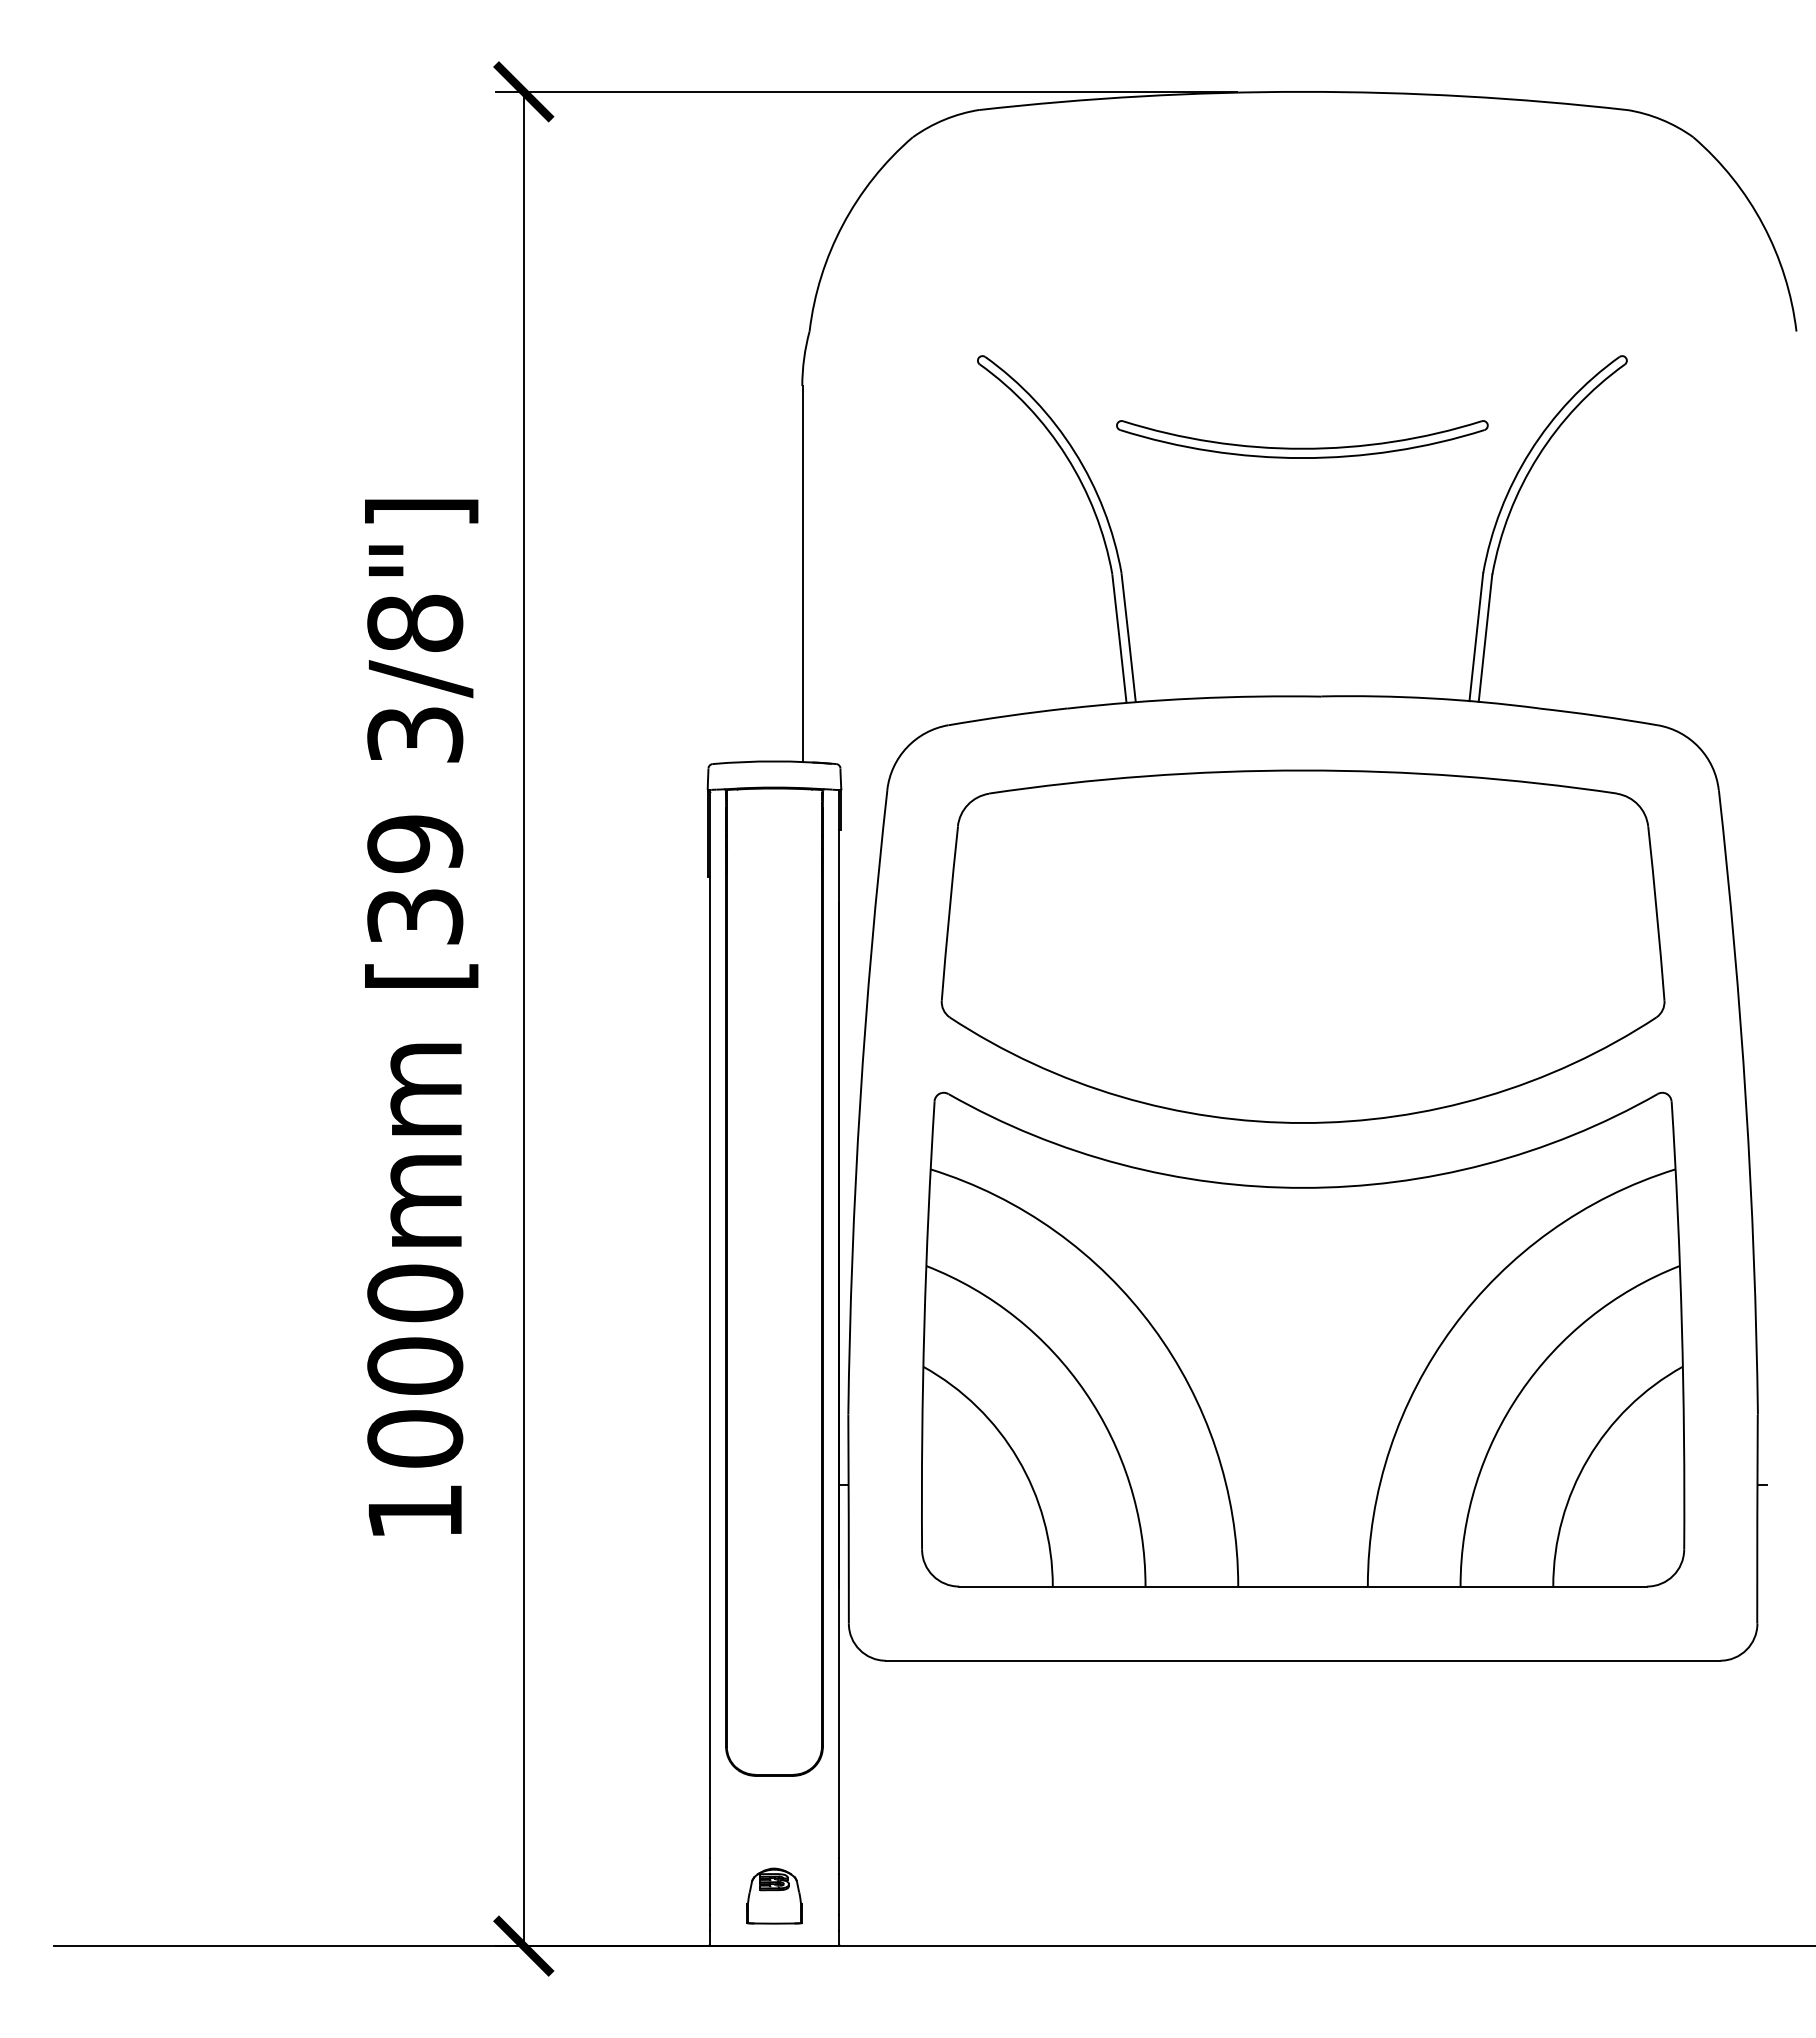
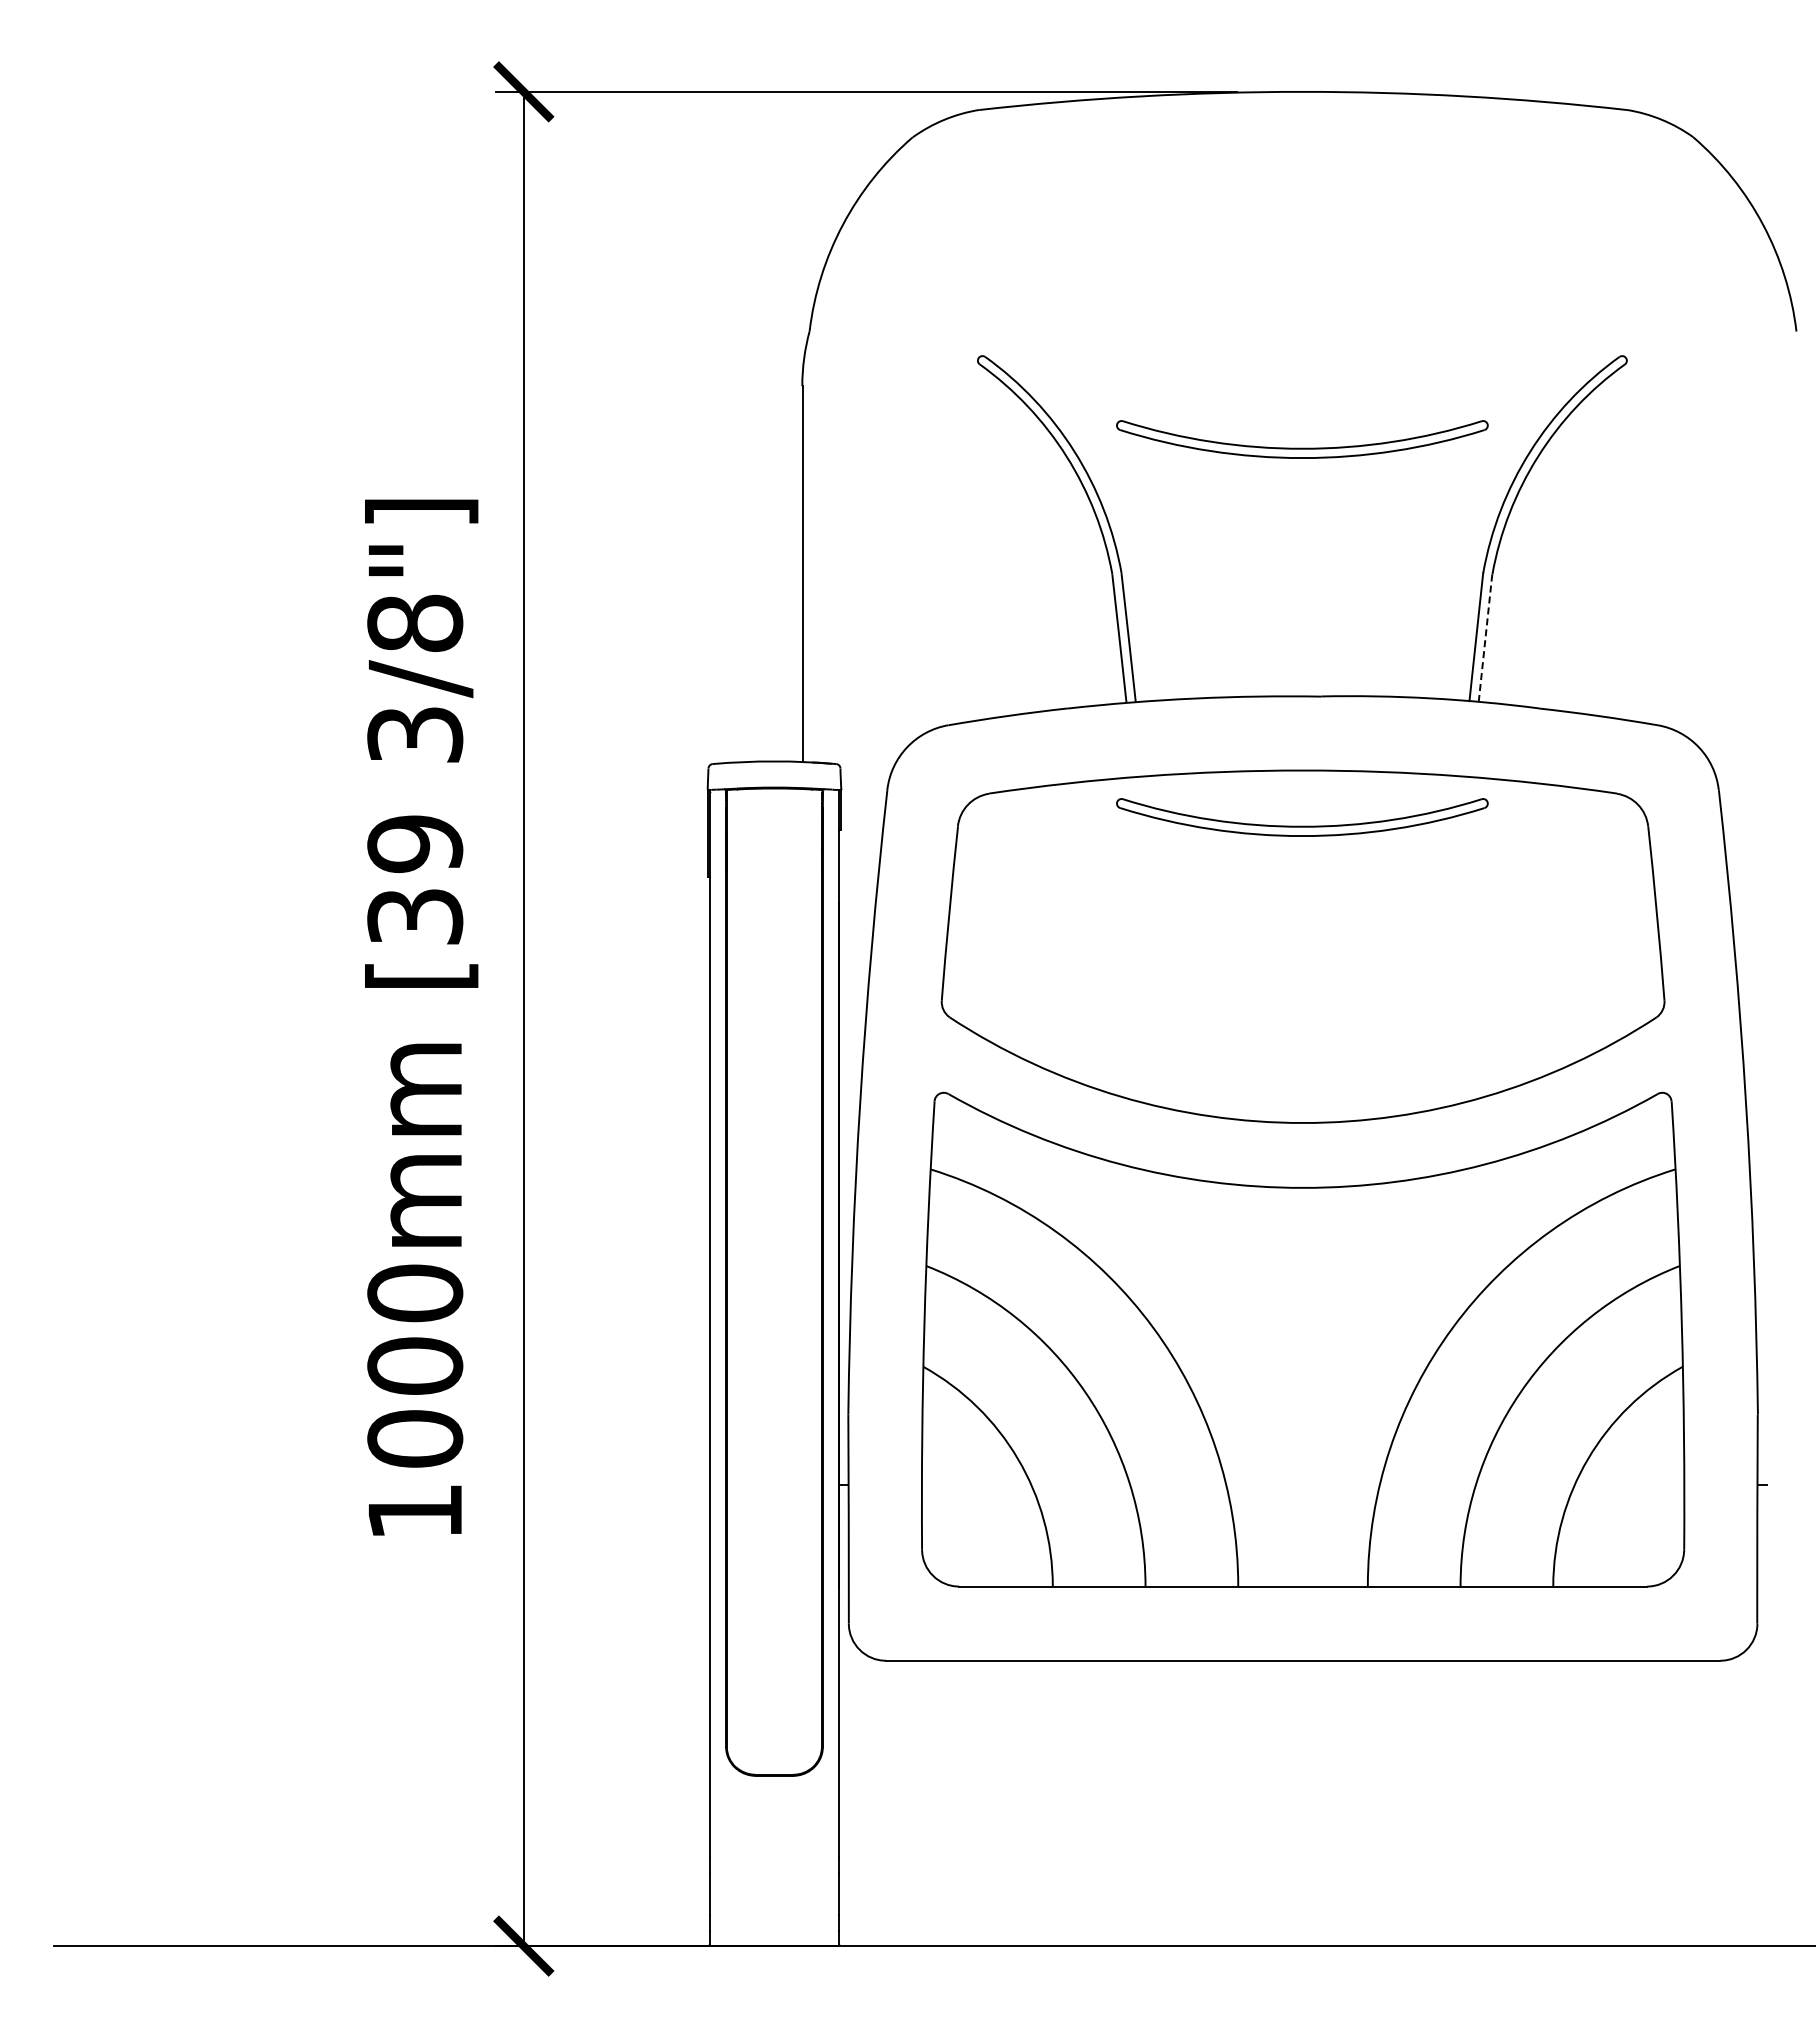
line at (1485, 637): solid -> dashed
part at (1302, 825): none -> present
part at (774, 1895): present -> none
